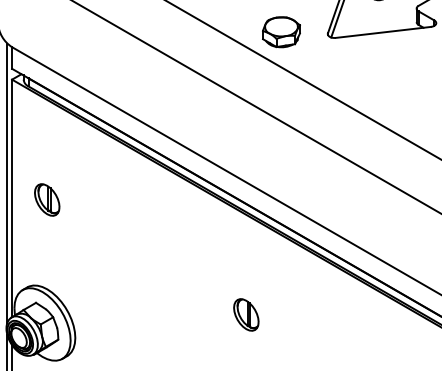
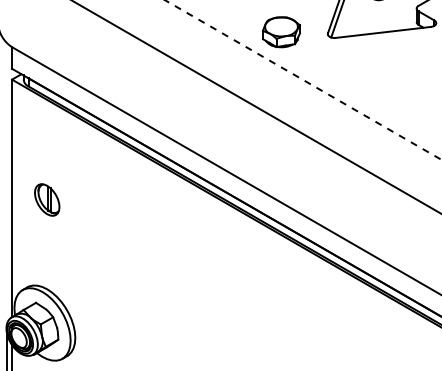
line at (303, 80): solid -> dashed
line at (7, 183): present -> none
part at (246, 314): present -> none
